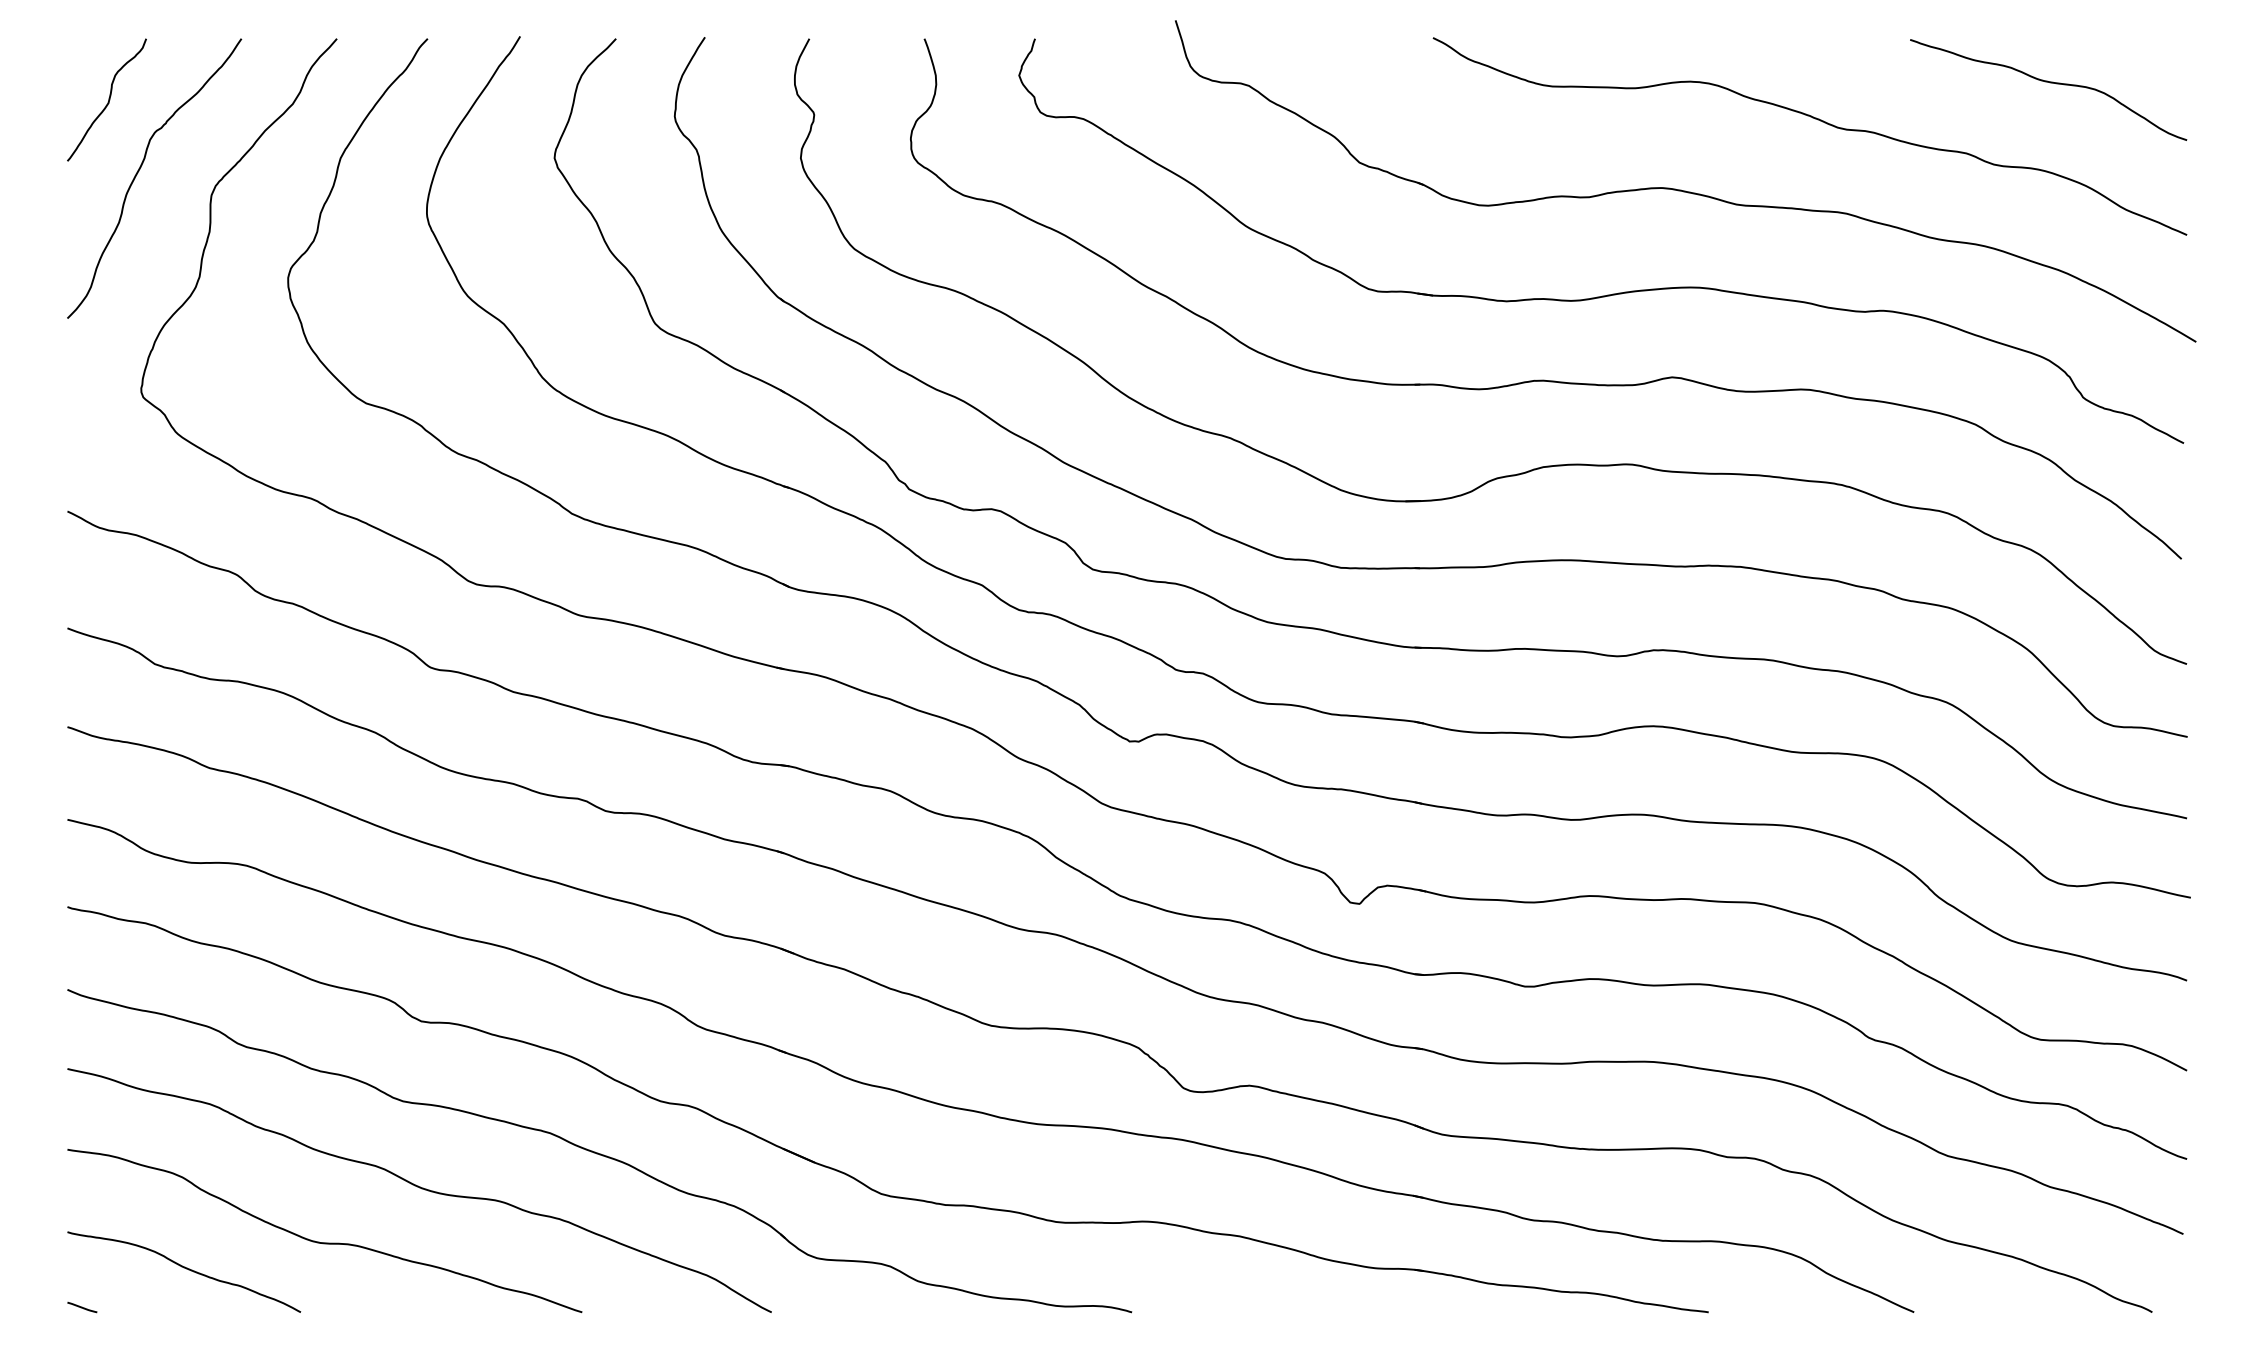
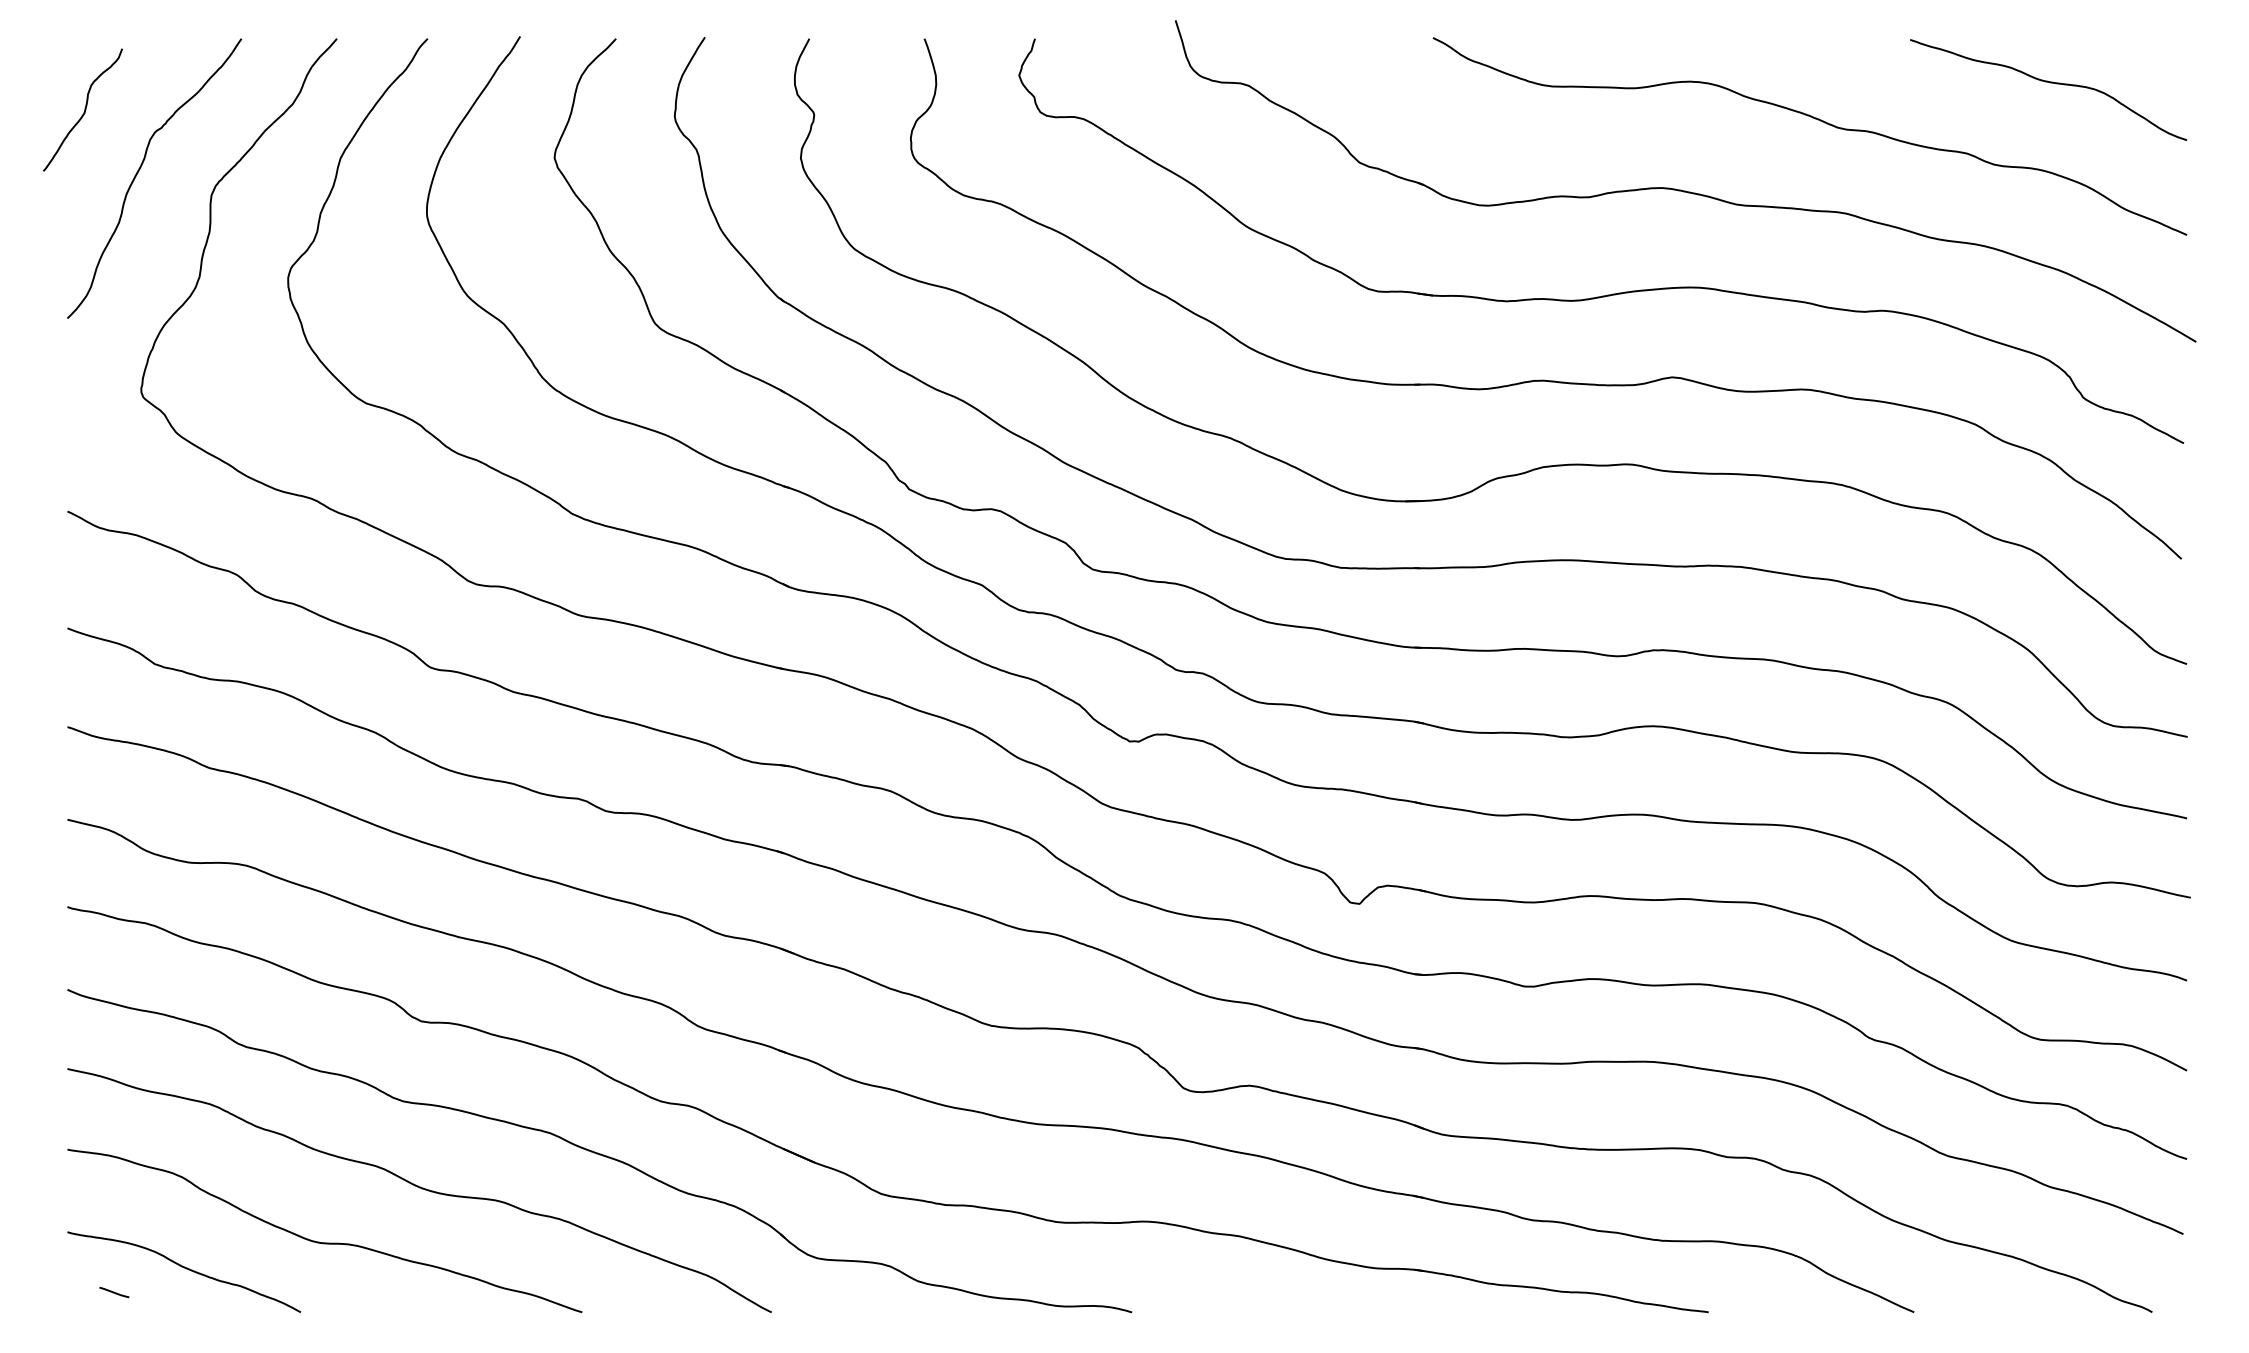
curve at (108, 99) position: (108, 99) -> (84, 109)
line at (82, 1307) position: (82, 1307) -> (114, 1292)
